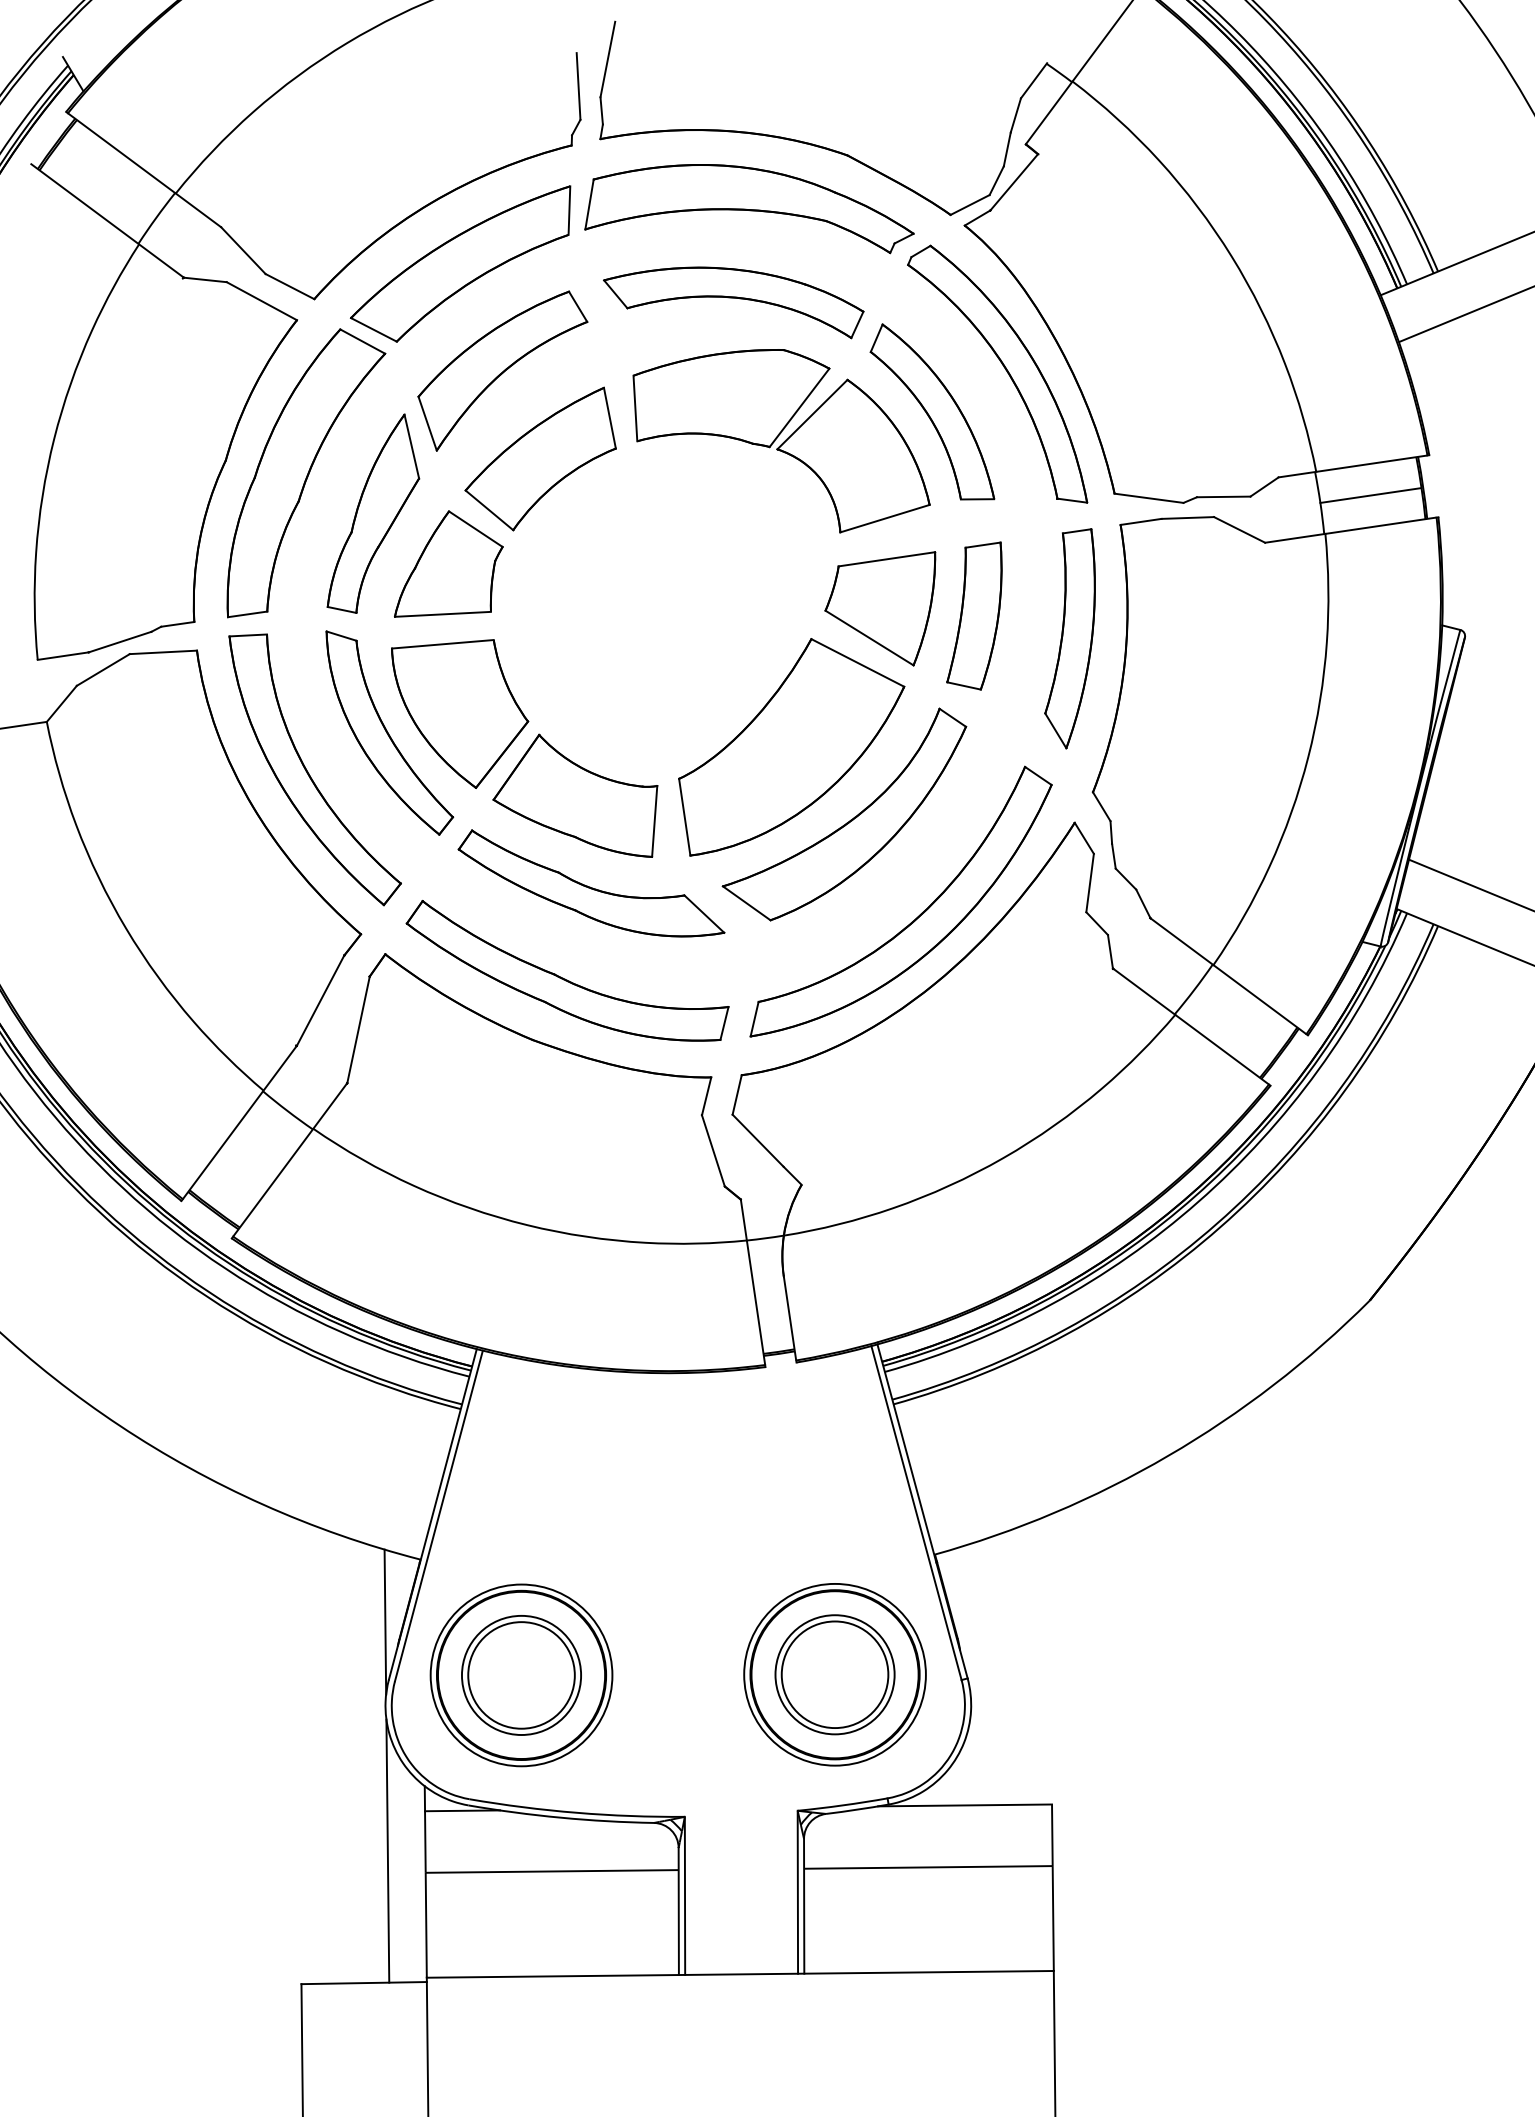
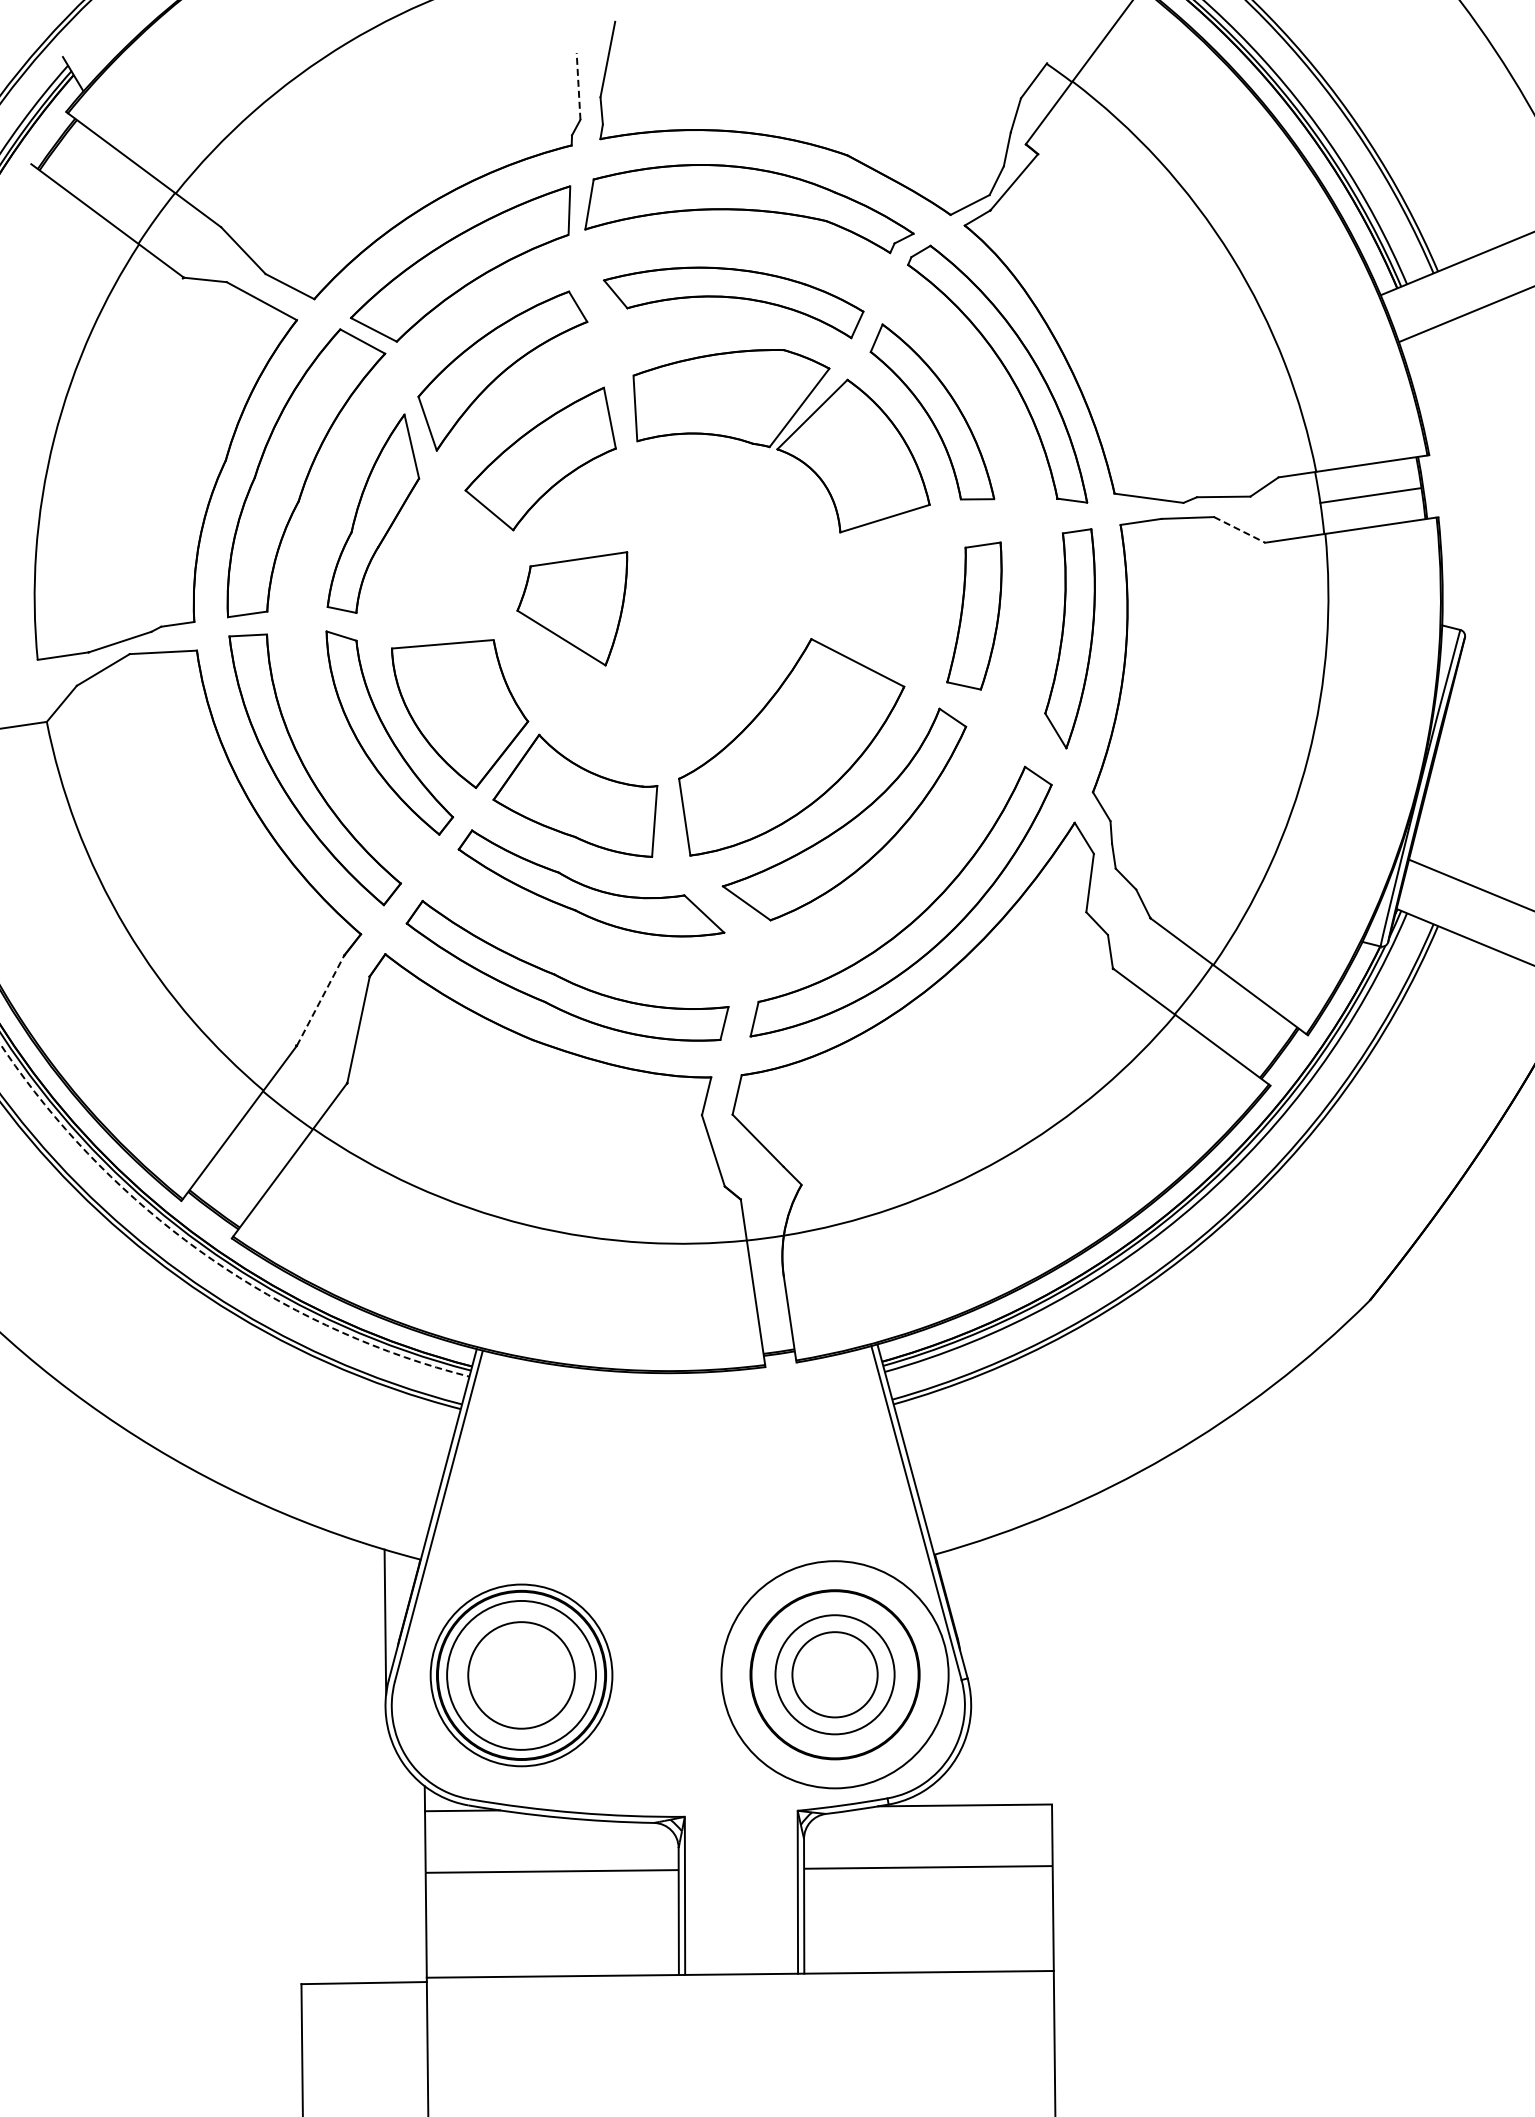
line at (578, 85): solid -> dashed
line at (1239, 529): solid -> dashed
part at (448, 563): present -> none
part at (880, 608) position: (880, 608) -> (572, 608)
line at (320, 1000): solid -> dashed
arc at (201, 1252): solid -> dashed
circle at (521, 1674) diameter: 119 px -> 149 px
circle at (834, 1674) diameter: 107 px -> 85 px
circle at (834, 1674) diameter: 182 px -> 227 px
line at (387, 1850): present -> none
